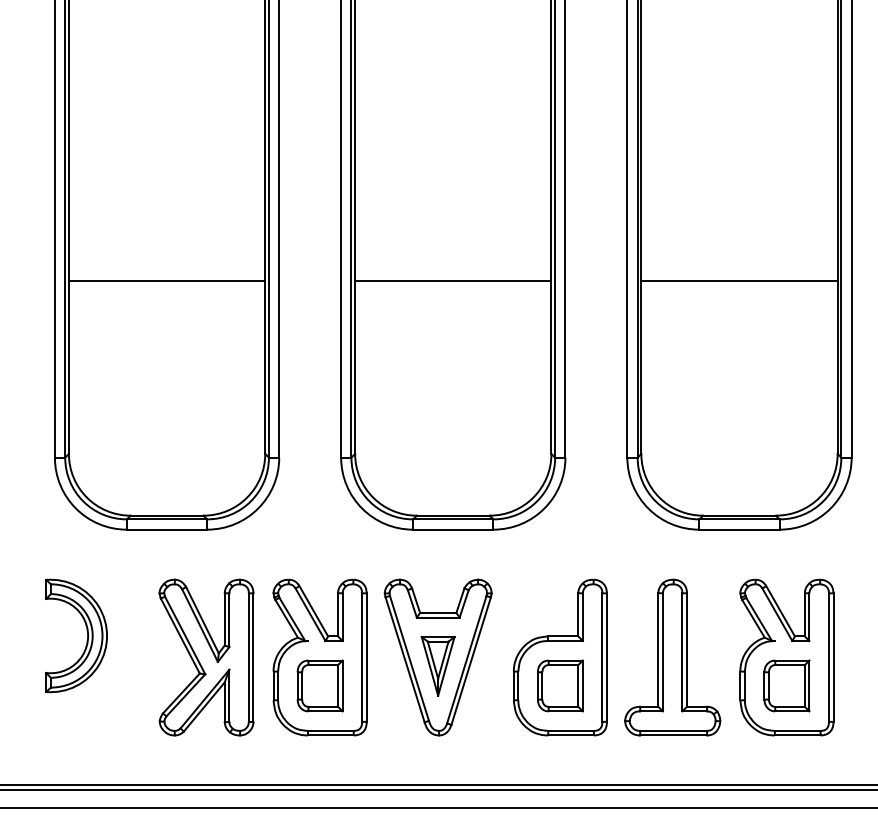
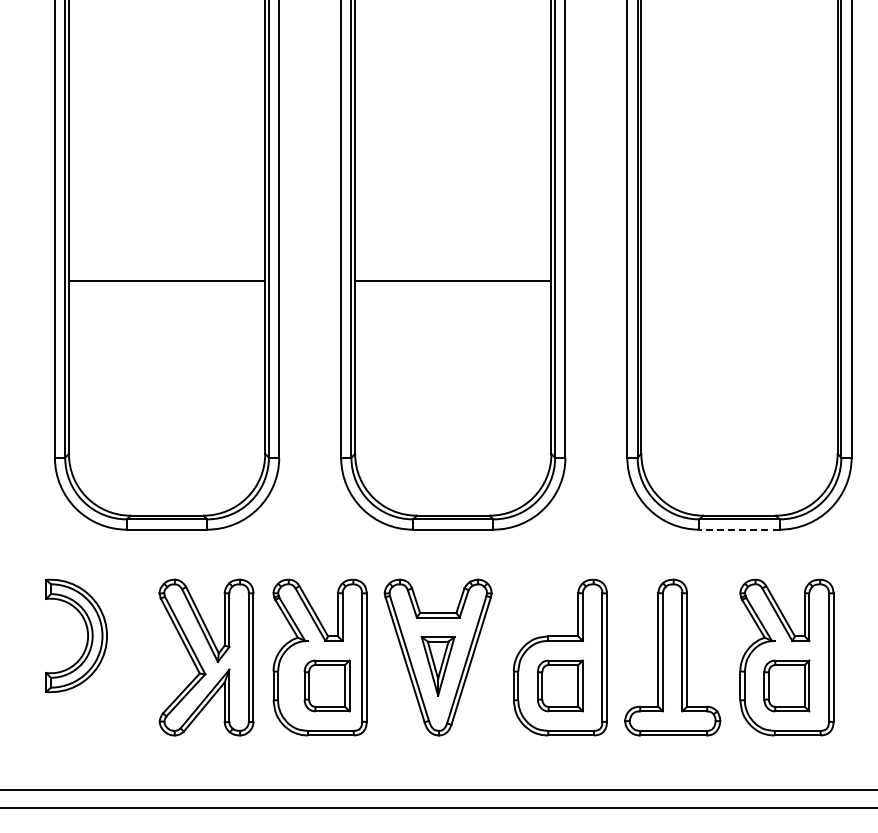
line at (739, 281): present -> none
line at (739, 529): solid -> dashed
part at (319, 685) position: (319, 685) -> (326, 685)
line at (438, 784): present -> none
